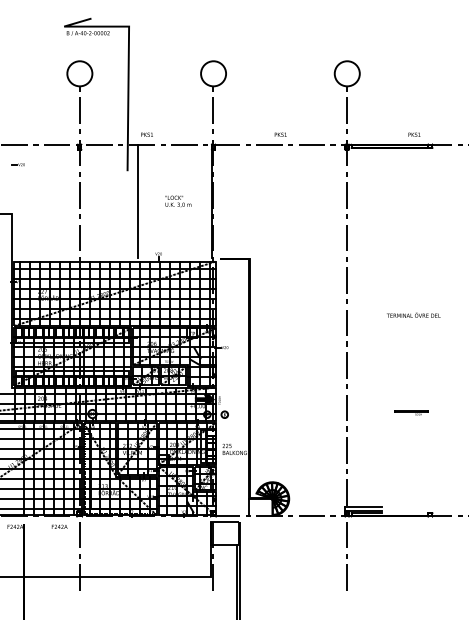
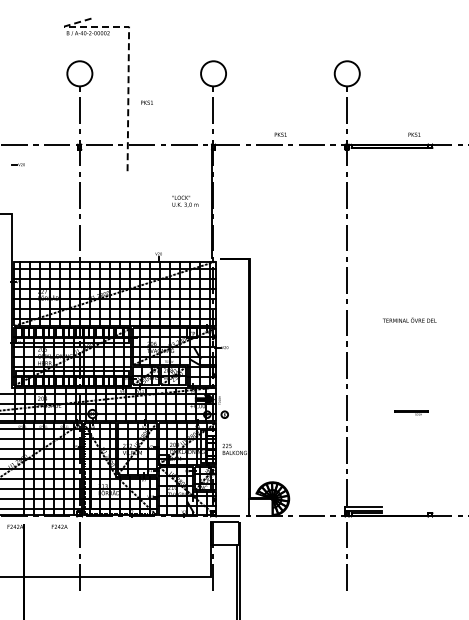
line at (128, 50): solid -> dashed
text at (146, 134) position: (146, 134) -> (146, 102)
line at (137, 200): present -> none
text at (178, 200) position: (178, 200) -> (185, 200)
text at (413, 314) position: (413, 314) -> (409, 319)
